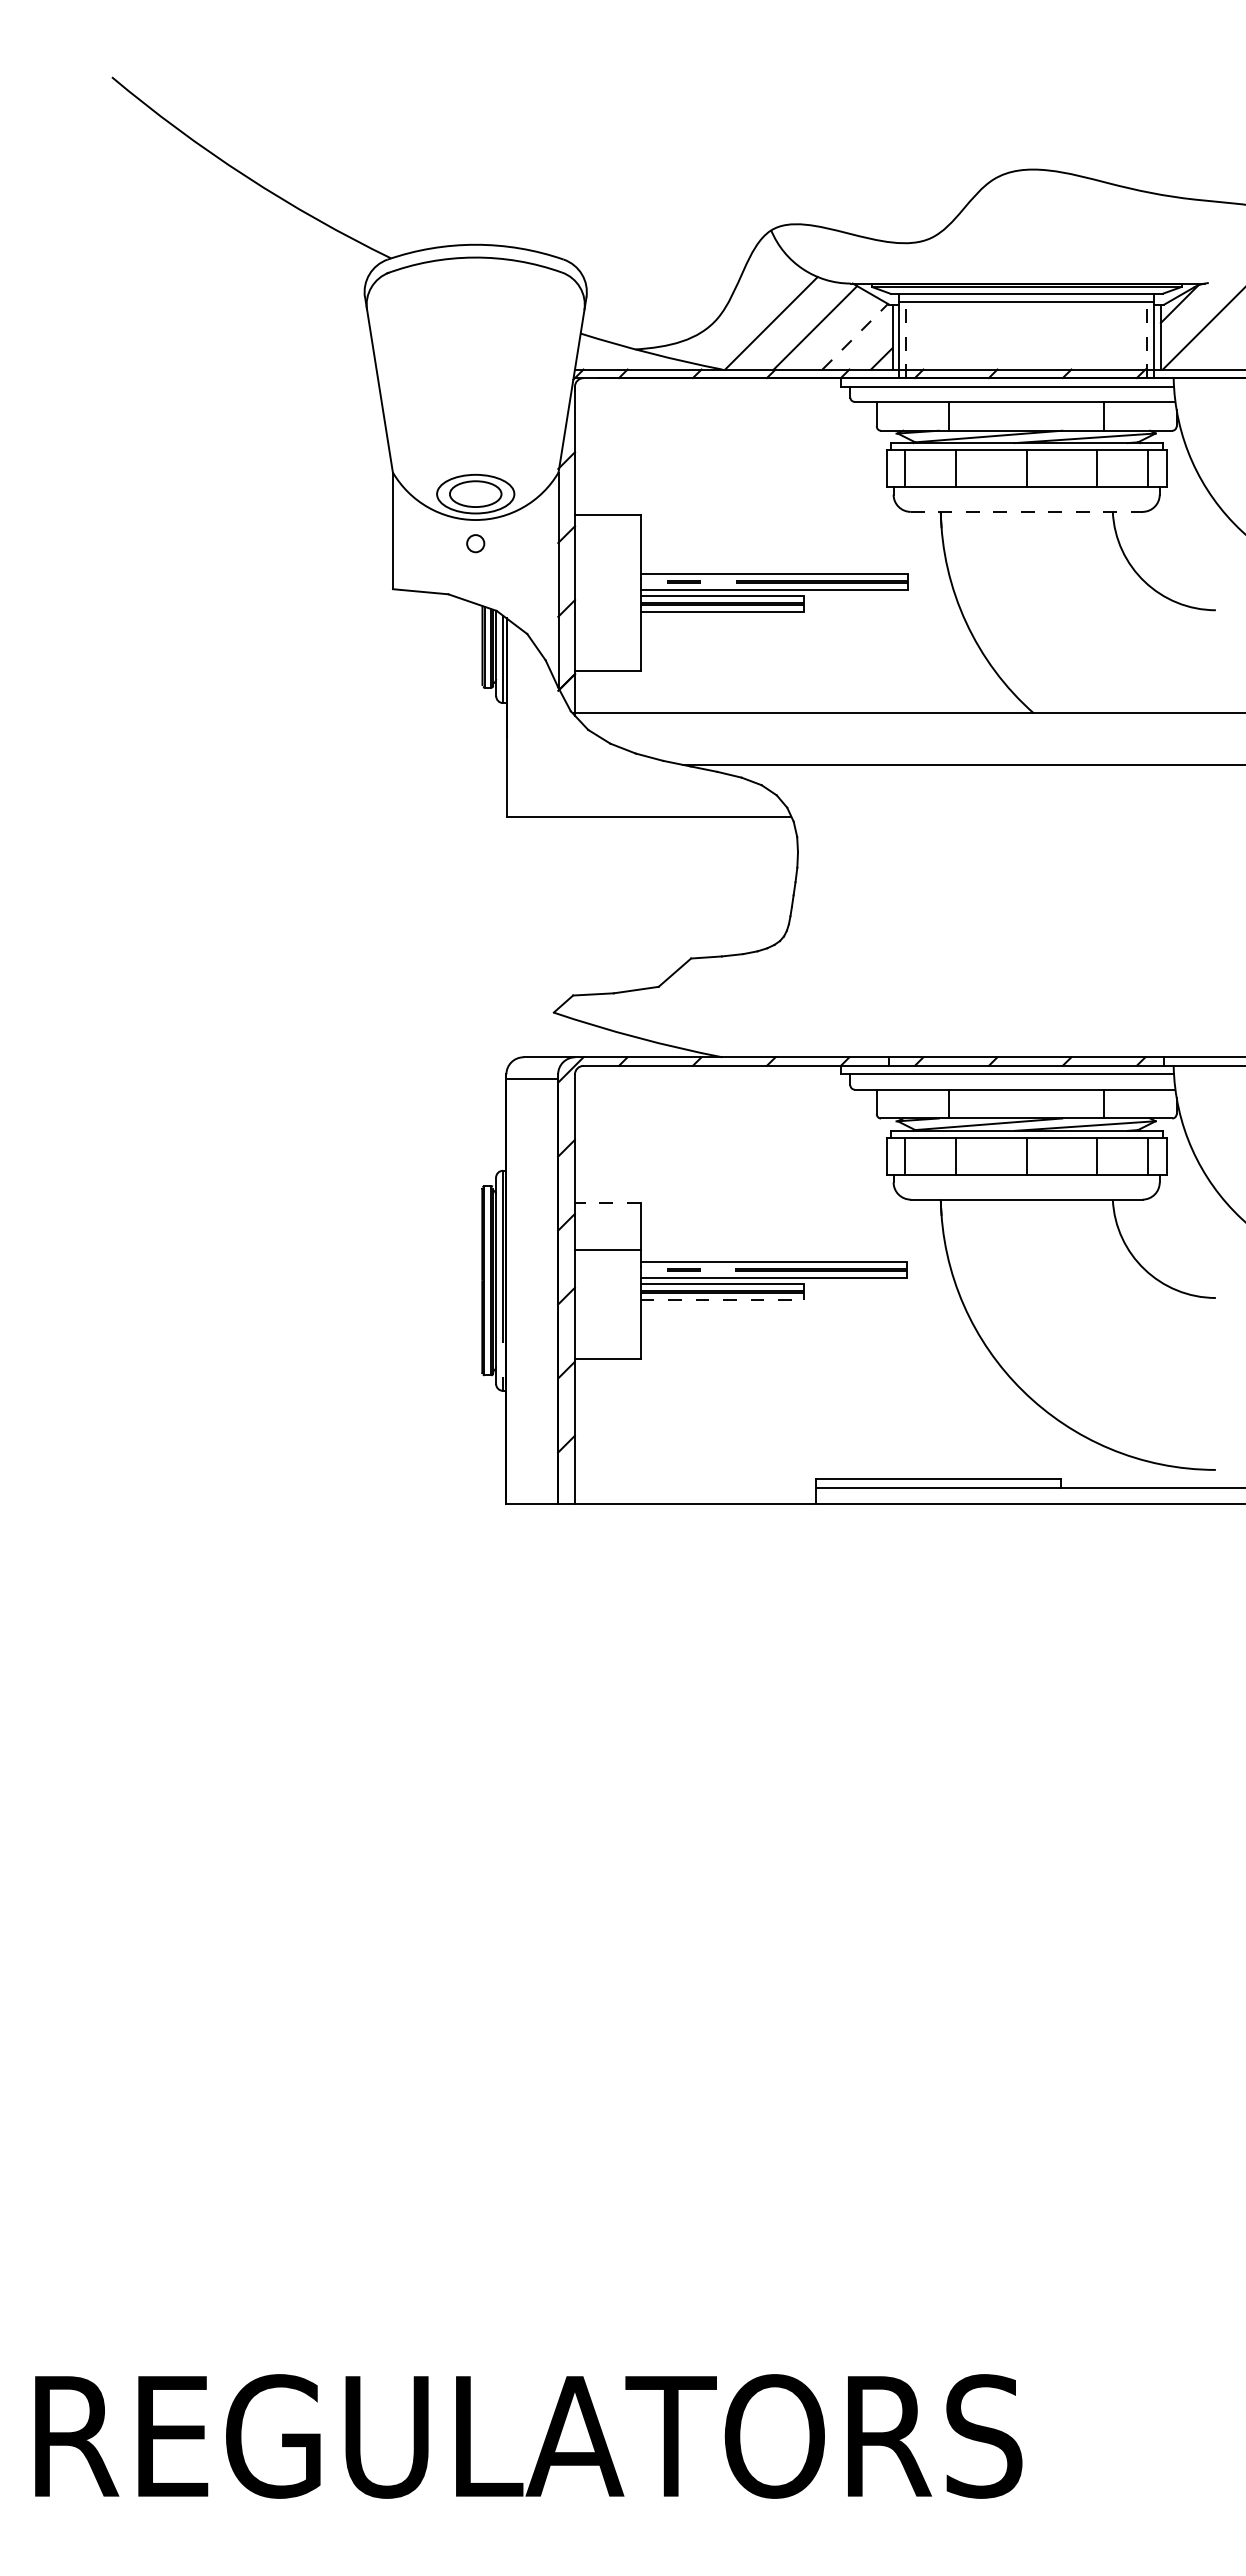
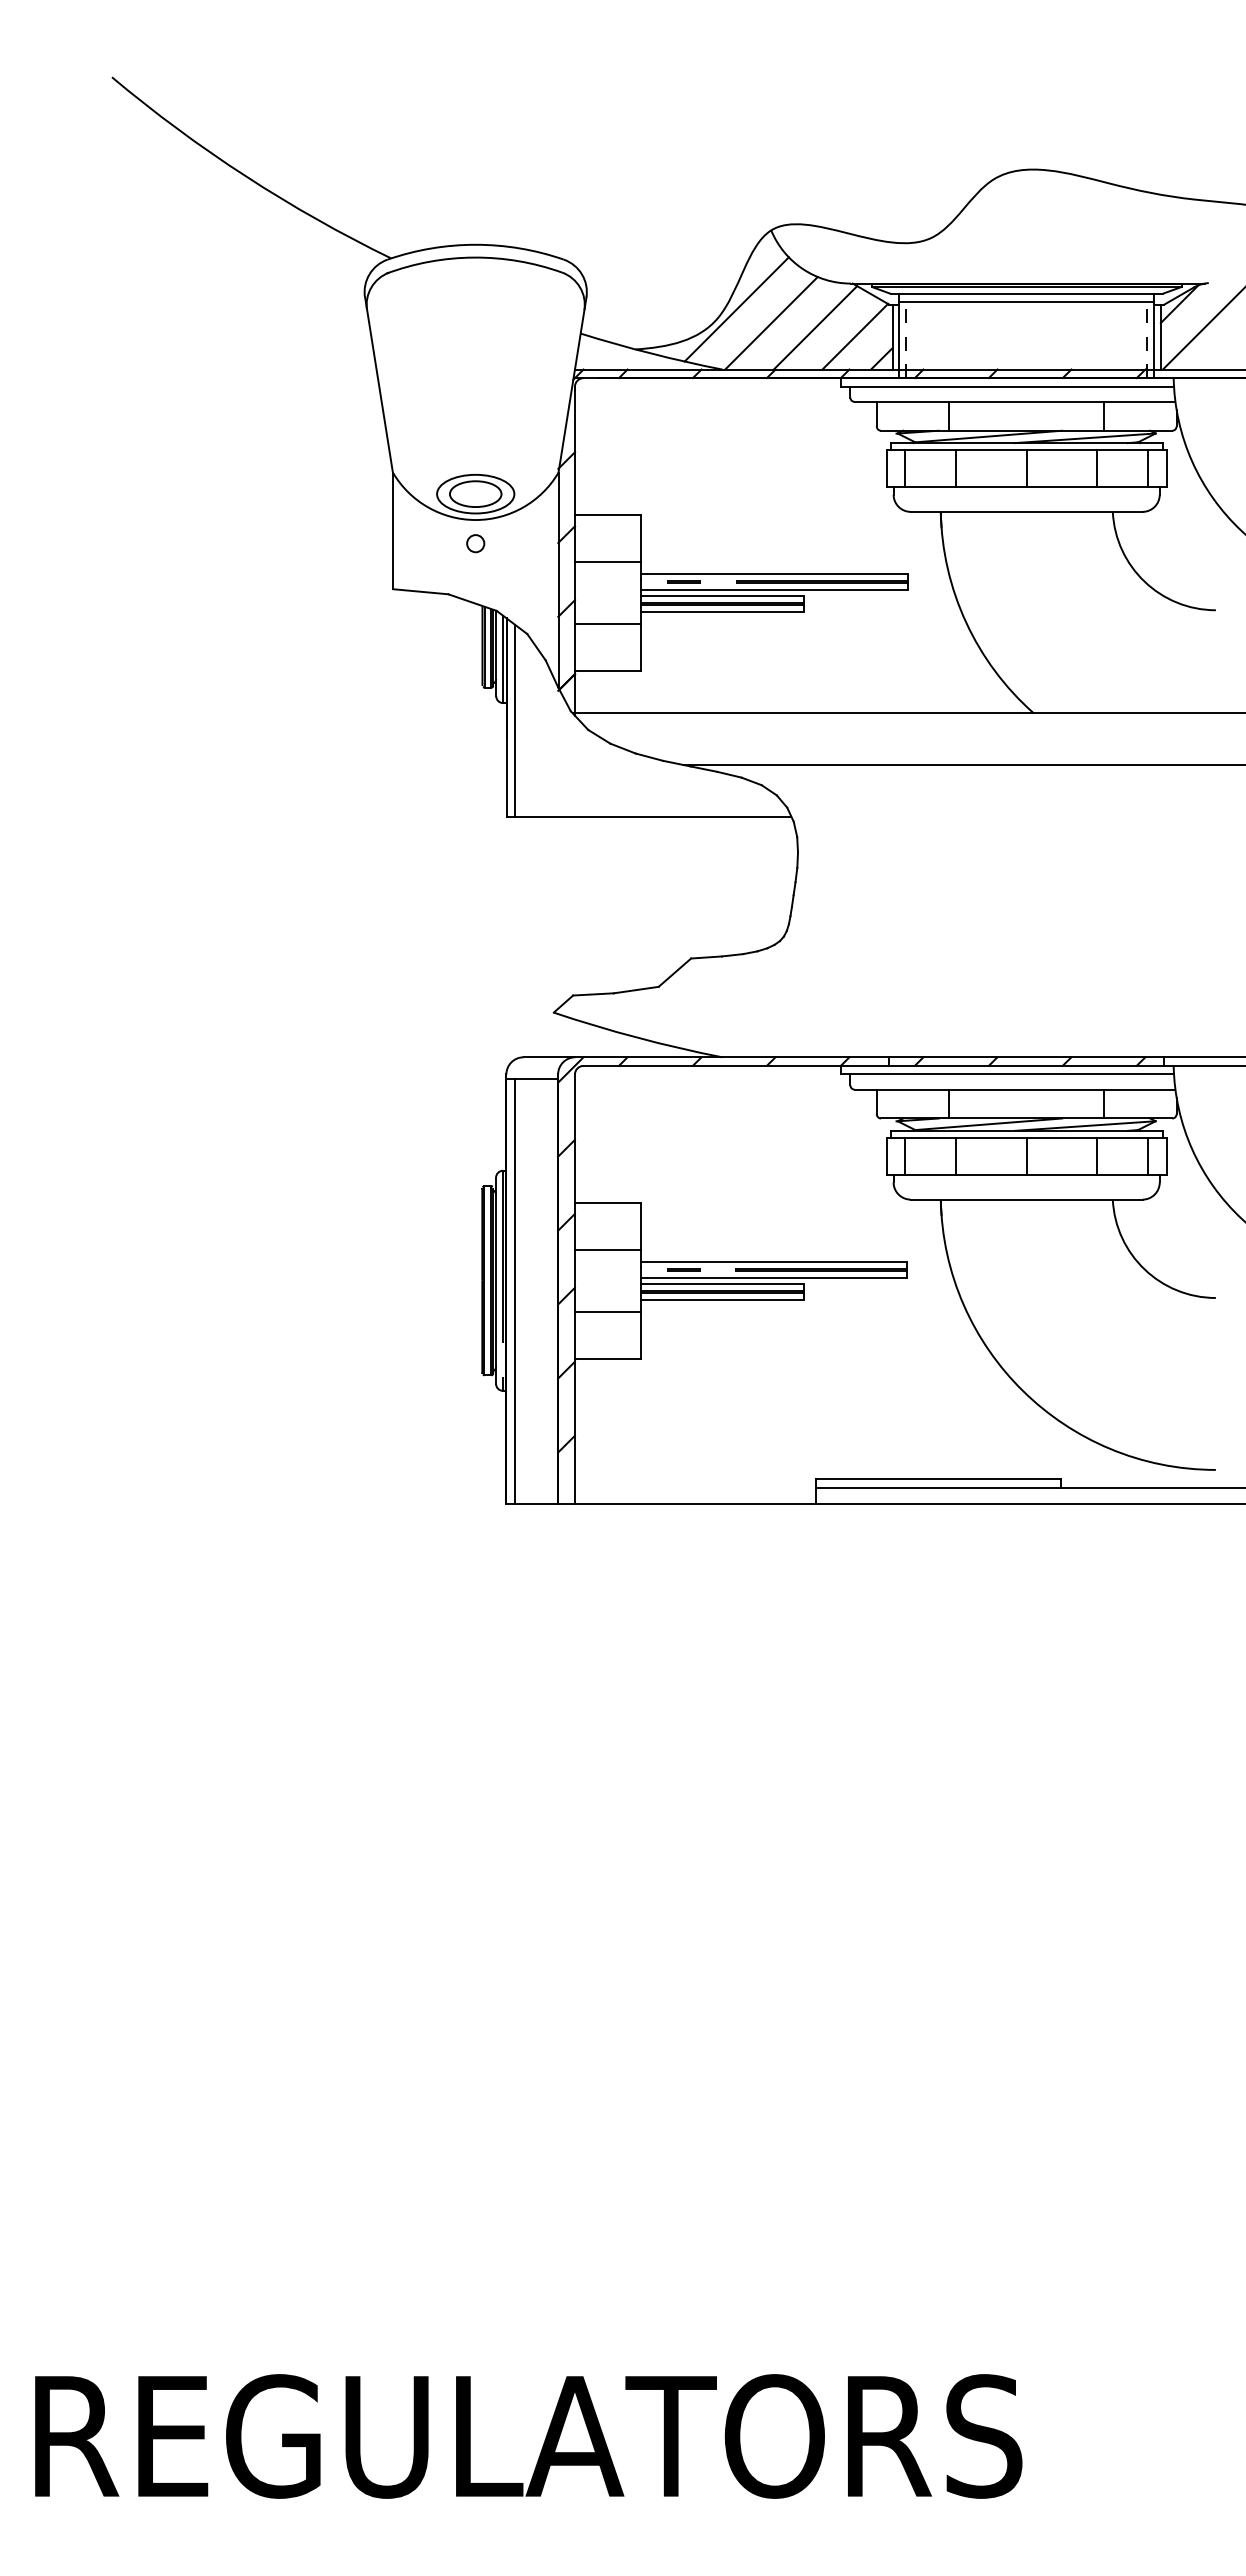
line at (736, 309): none -> present
line at (855, 336): dashed -> solid
line at (1026, 511): dashed -> solid
line at (607, 561): none -> present
line at (607, 624): none -> present
line at (515, 720): none -> present
line at (607, 1203): dashed -> solid
line at (515, 1291): none -> present
line at (722, 1300): dashed -> solid
line at (607, 1311): none -> present
